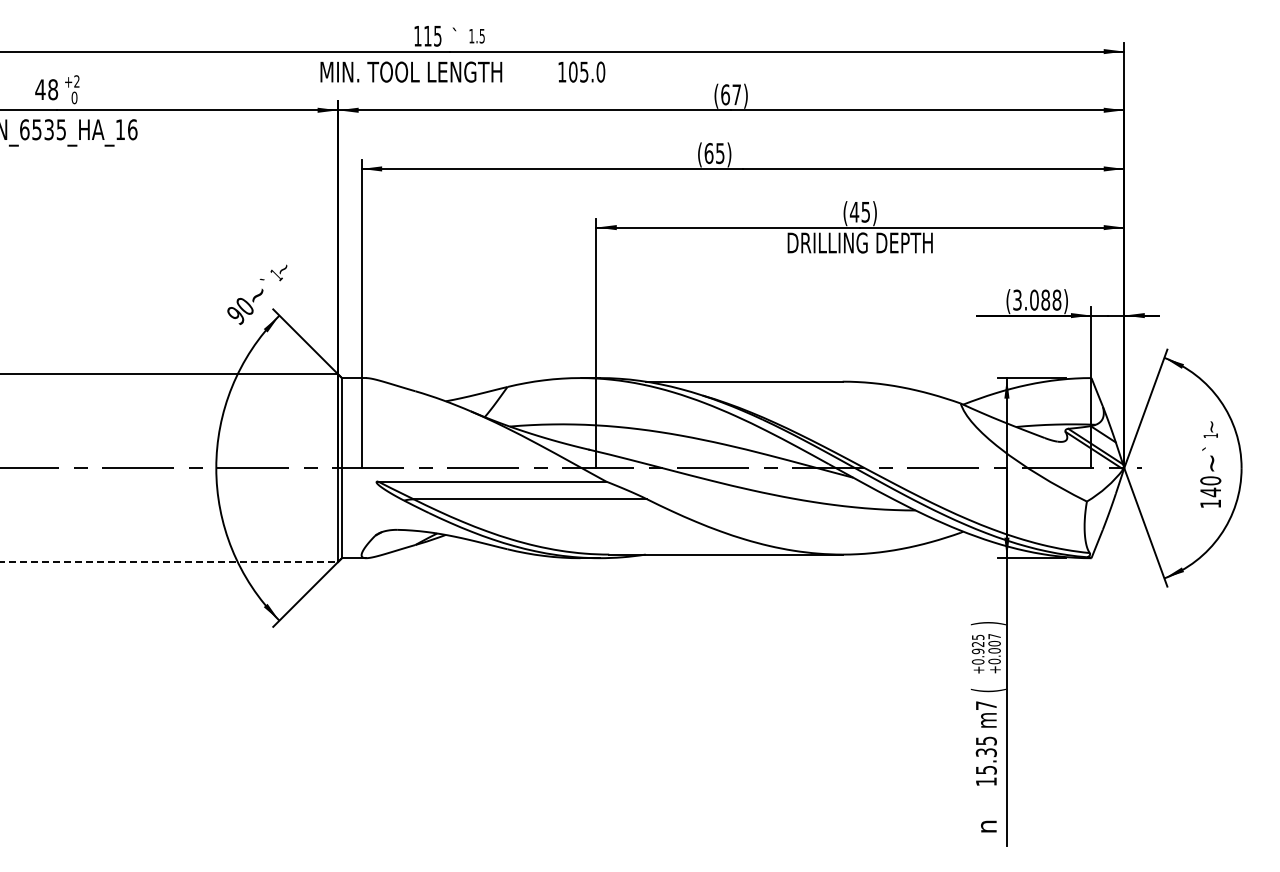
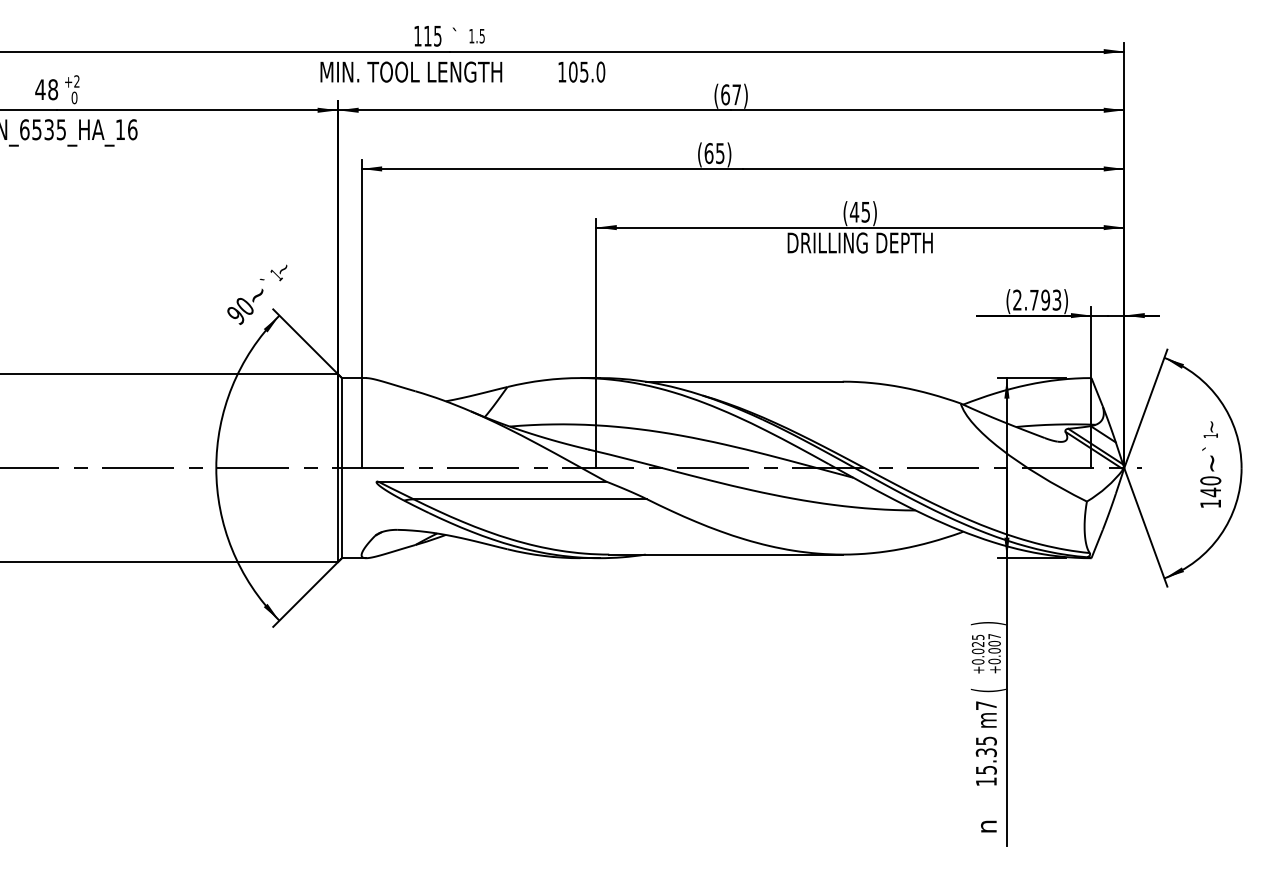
text at (1037, 299): (3.088) -> (2.793)
line at (169, 562): dashed -> solid
text at (978, 651): +0.925 -> +0.025
